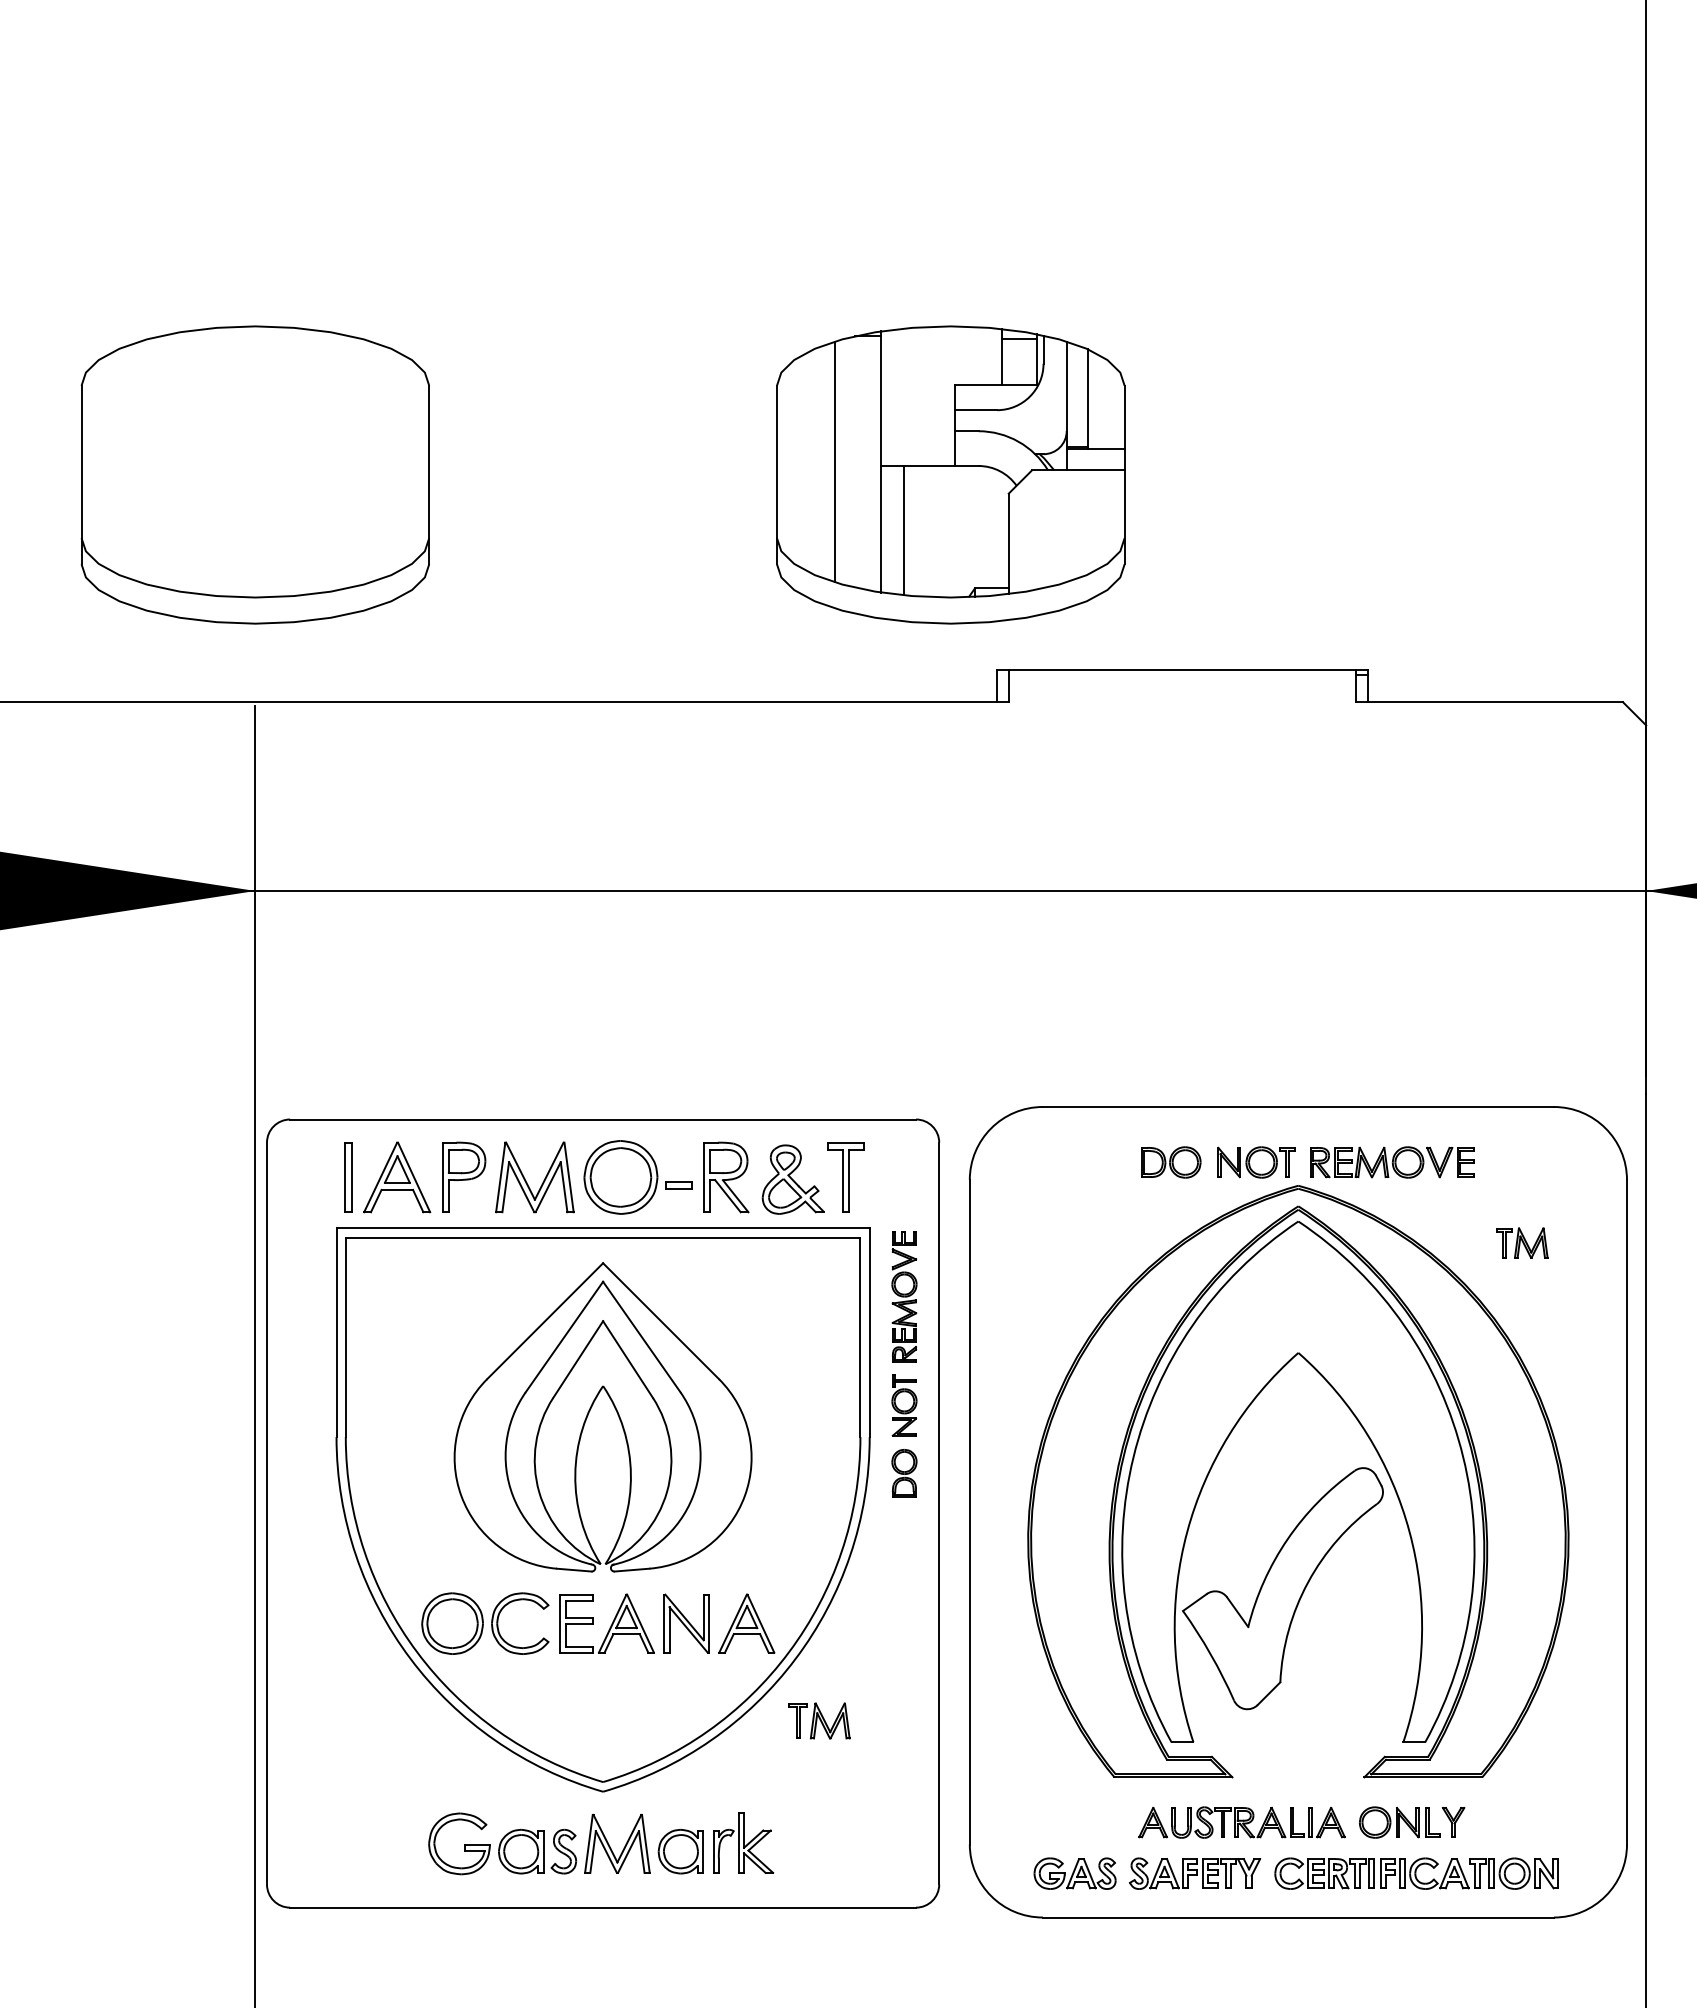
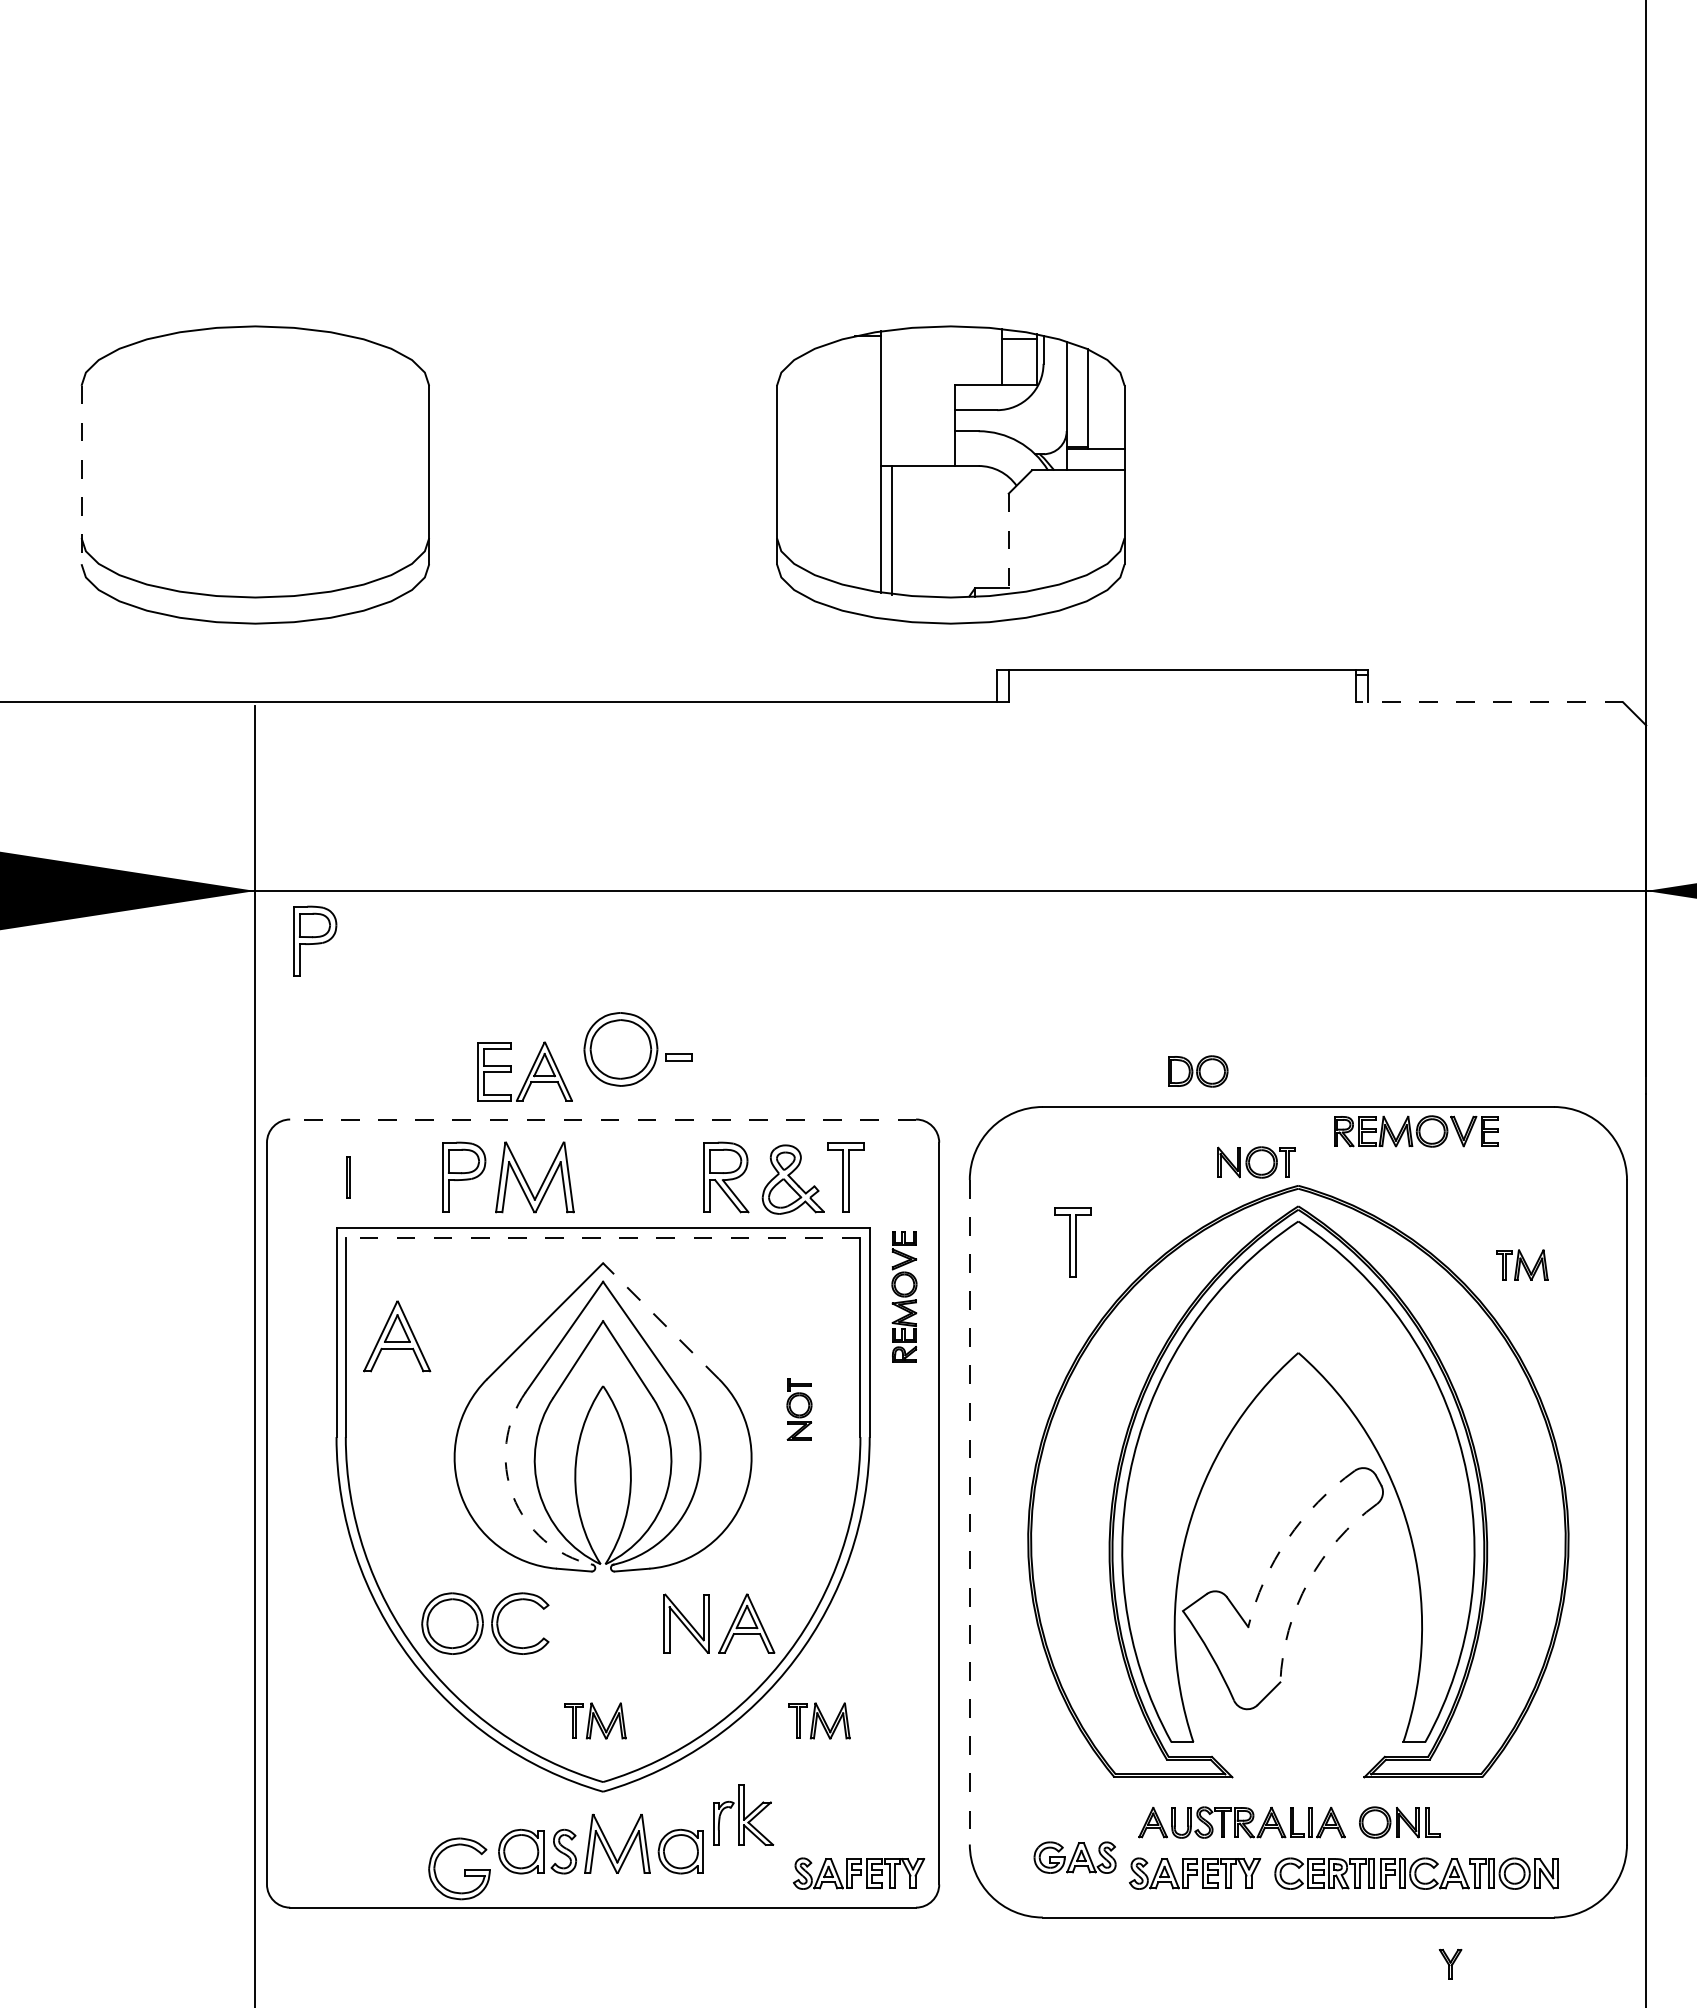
line at (834, 461): present -> none
line at (81, 475): solid -> dashed
line at (904, 530) position: (904, 530) -> (892, 530)
line at (1008, 544): solid -> dashed
line at (1489, 702): solid -> dashed
part at (315, 940): none -> present
line at (603, 1119): solid -> dashed
part at (1171, 1162) position: (1171, 1162) -> (1198, 1071)
part at (1392, 1162) position: (1392, 1162) -> (1416, 1131)
part at (348, 1177) size: 9x71 px -> 5x43 px
part at (397, 1177) position: (397, 1177) -> (397, 1336)
part at (637, 1177) position: (637, 1177) -> (637, 1049)
line at (602, 1237): solid -> dashed
part at (1072, 1242): none -> present
part at (1522, 1242) position: (1522, 1242) -> (1522, 1264)
line at (661, 1321): solid -> dashed
part at (904, 1405) position: (904, 1405) -> (799, 1409)
part at (904, 1473): present -> none
arc at (513, 1495): solid -> dashed
line at (969, 1512): solid -> dashed
arc at (1287, 1539): solid -> dashed
arc at (1308, 1582): solid -> dashed
part at (606, 1623) position: (606, 1623) -> (524, 1071)
part at (595, 1720): none -> present
part at (1453, 1822) position: (1453, 1822) -> (1450, 1964)
part at (743, 1842) position: (743, 1842) -> (743, 1814)
part at (459, 1843) position: (459, 1843) -> (459, 1868)
part at (858, 1873): none -> present
part at (1074, 1873) position: (1074, 1873) -> (1074, 1857)
